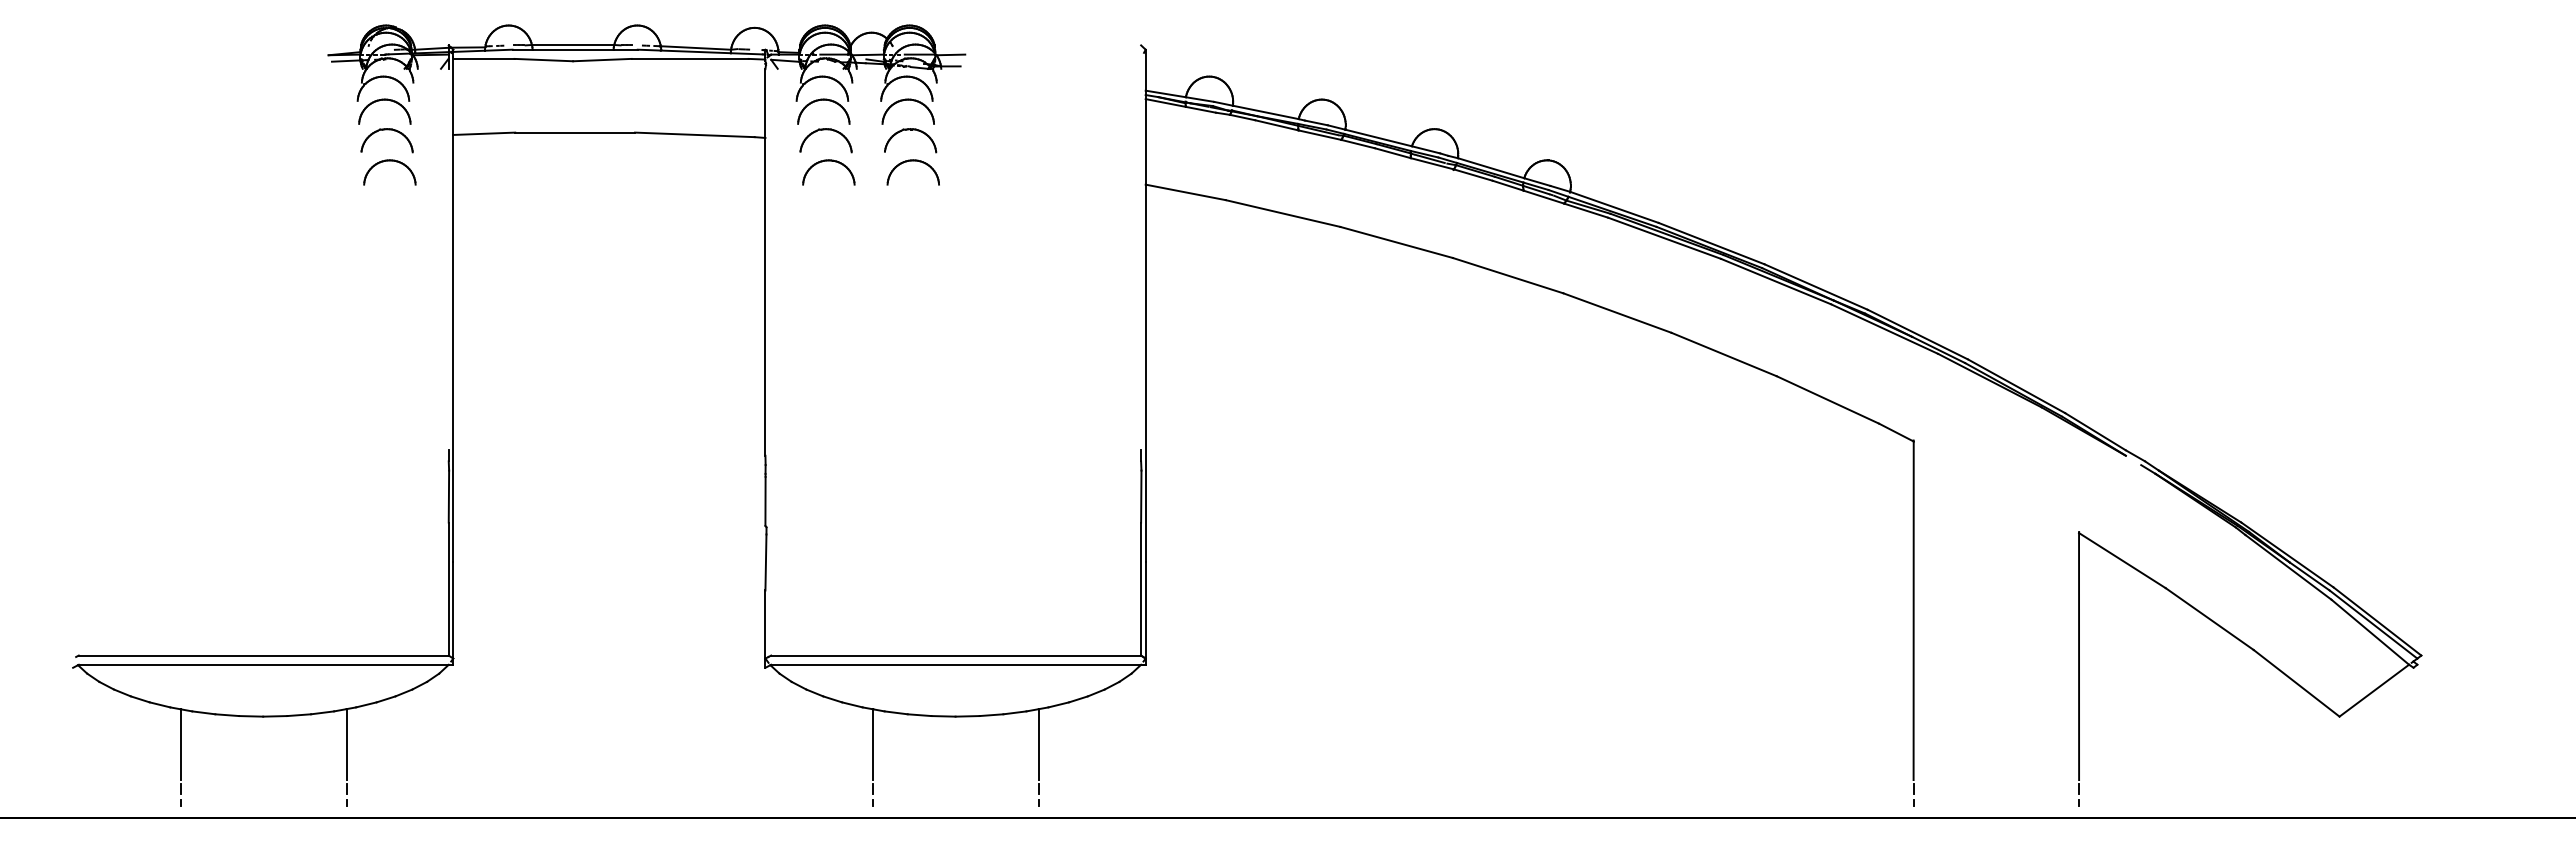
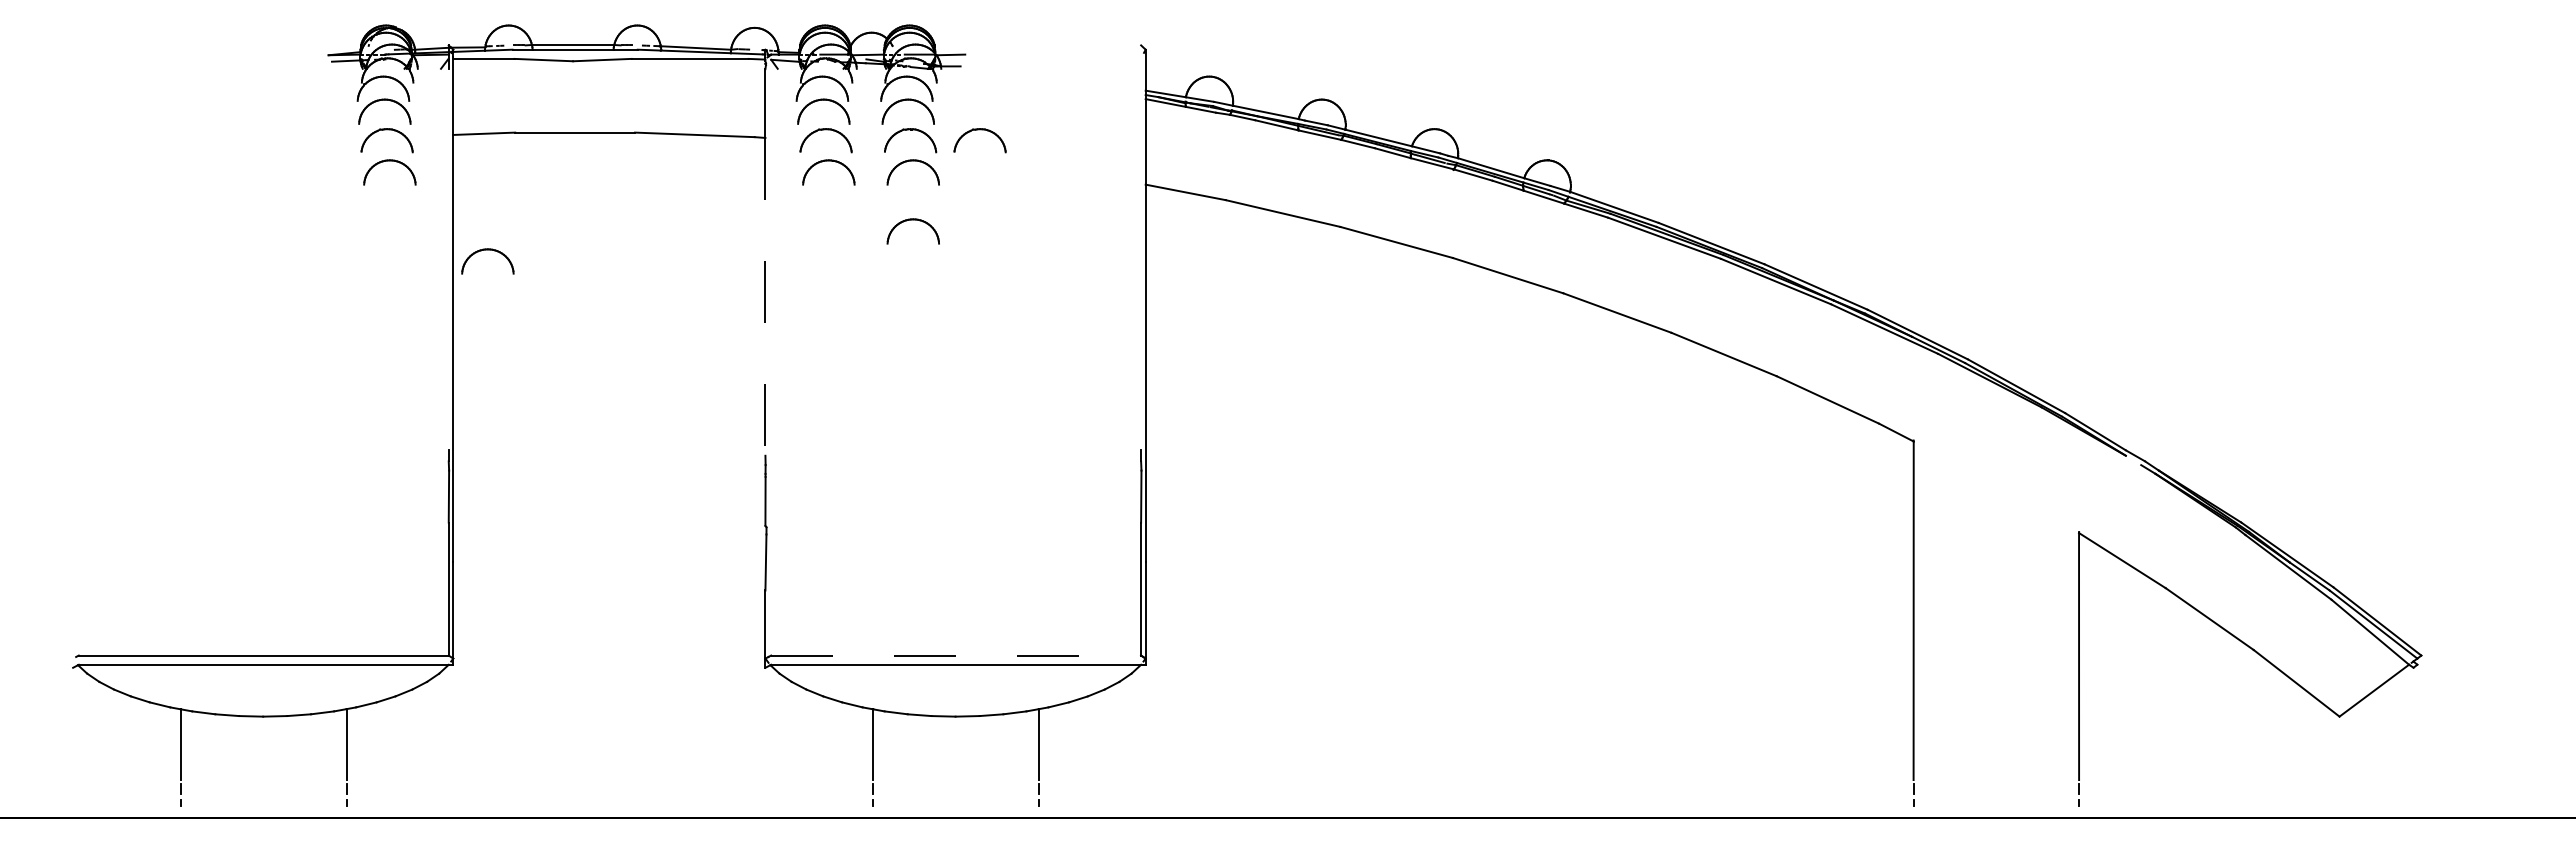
part at (979, 130): none -> present
part at (912, 220): none -> present
part at (487, 250): none -> present
line at (765, 296): solid -> dashed
line at (956, 655): solid -> dashed
